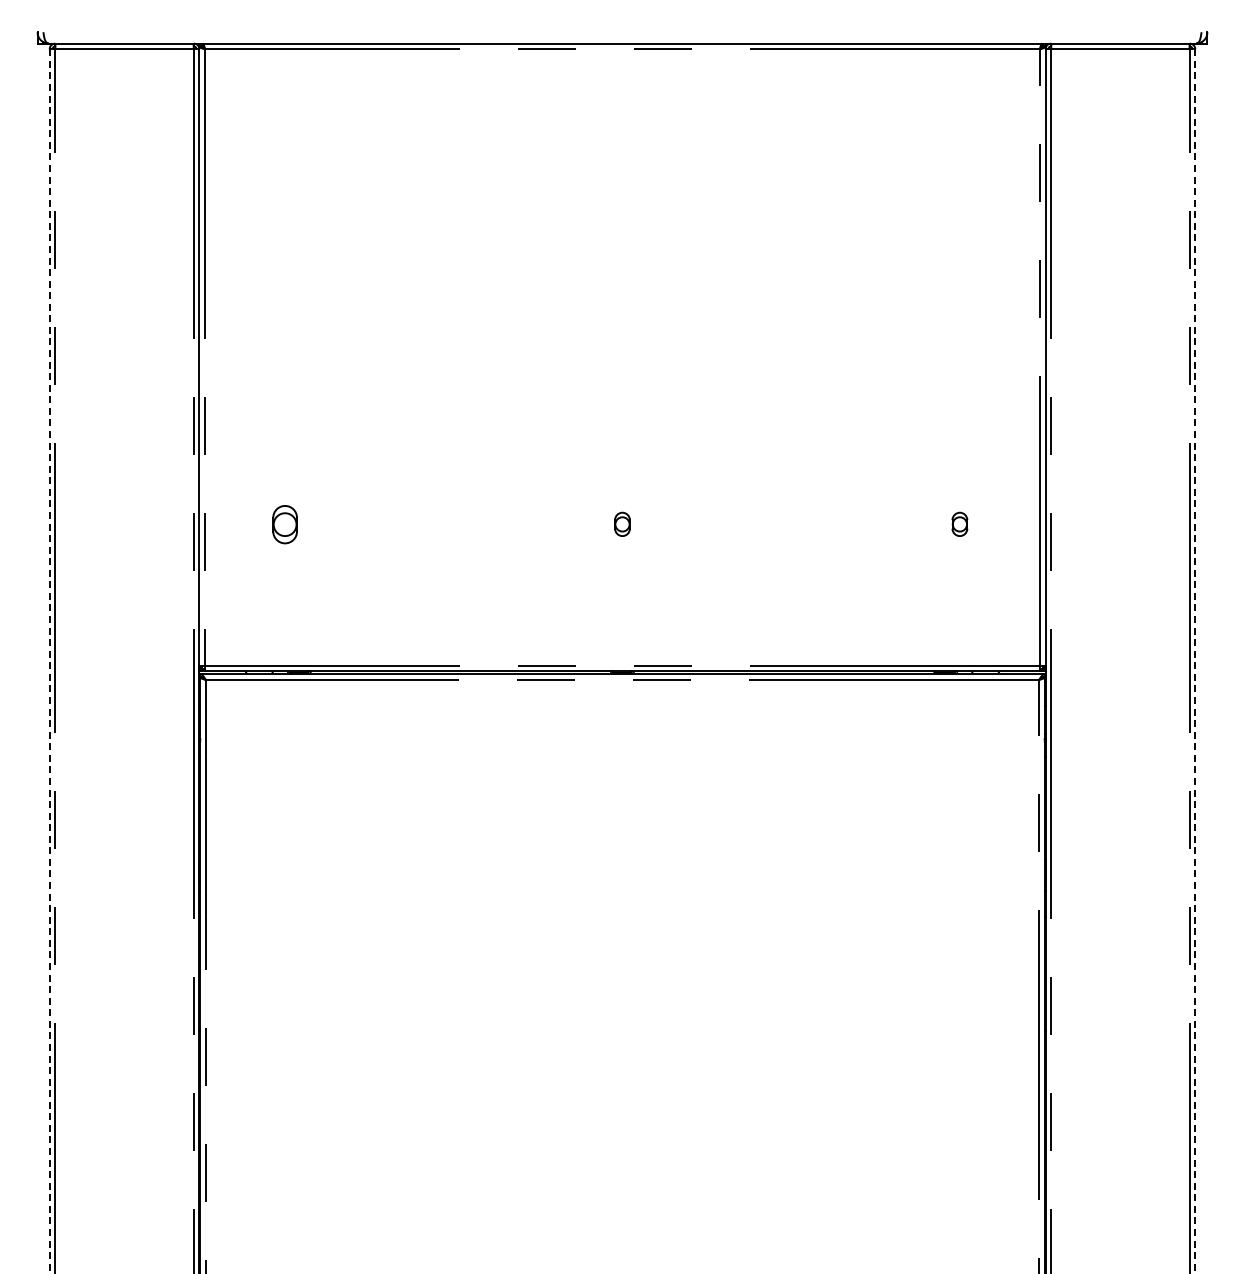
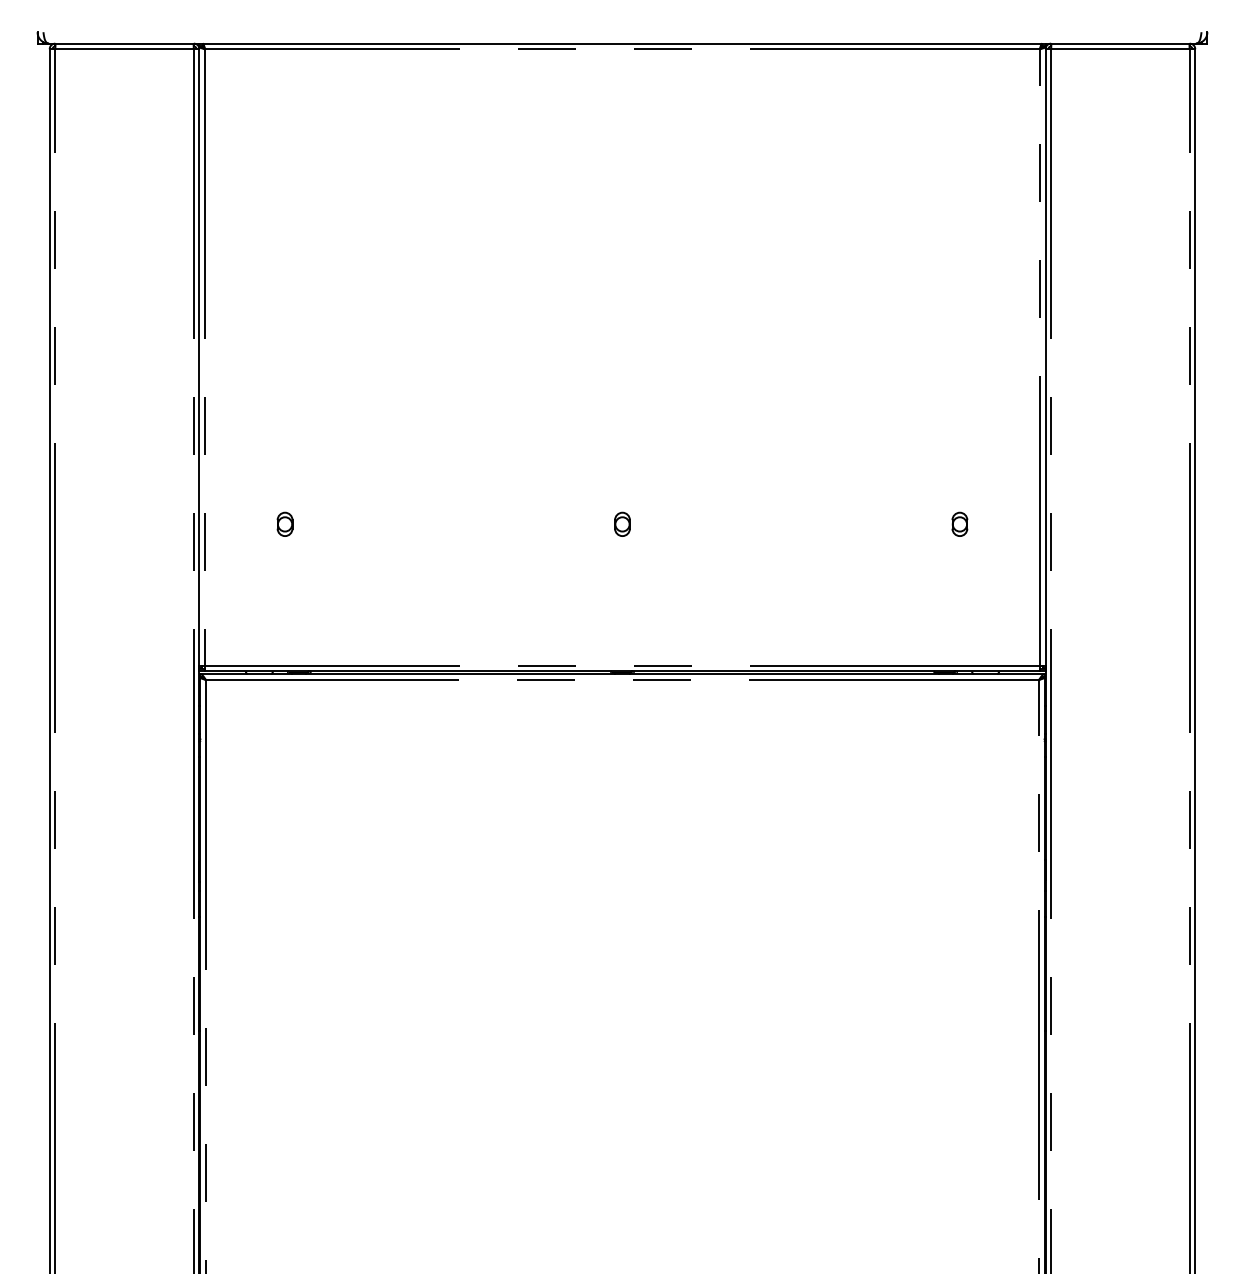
part at (284, 524) size: 26x40 px -> 18x26 px
line at (49, 662): dashed -> solid
line at (1195, 662): dashed -> solid
